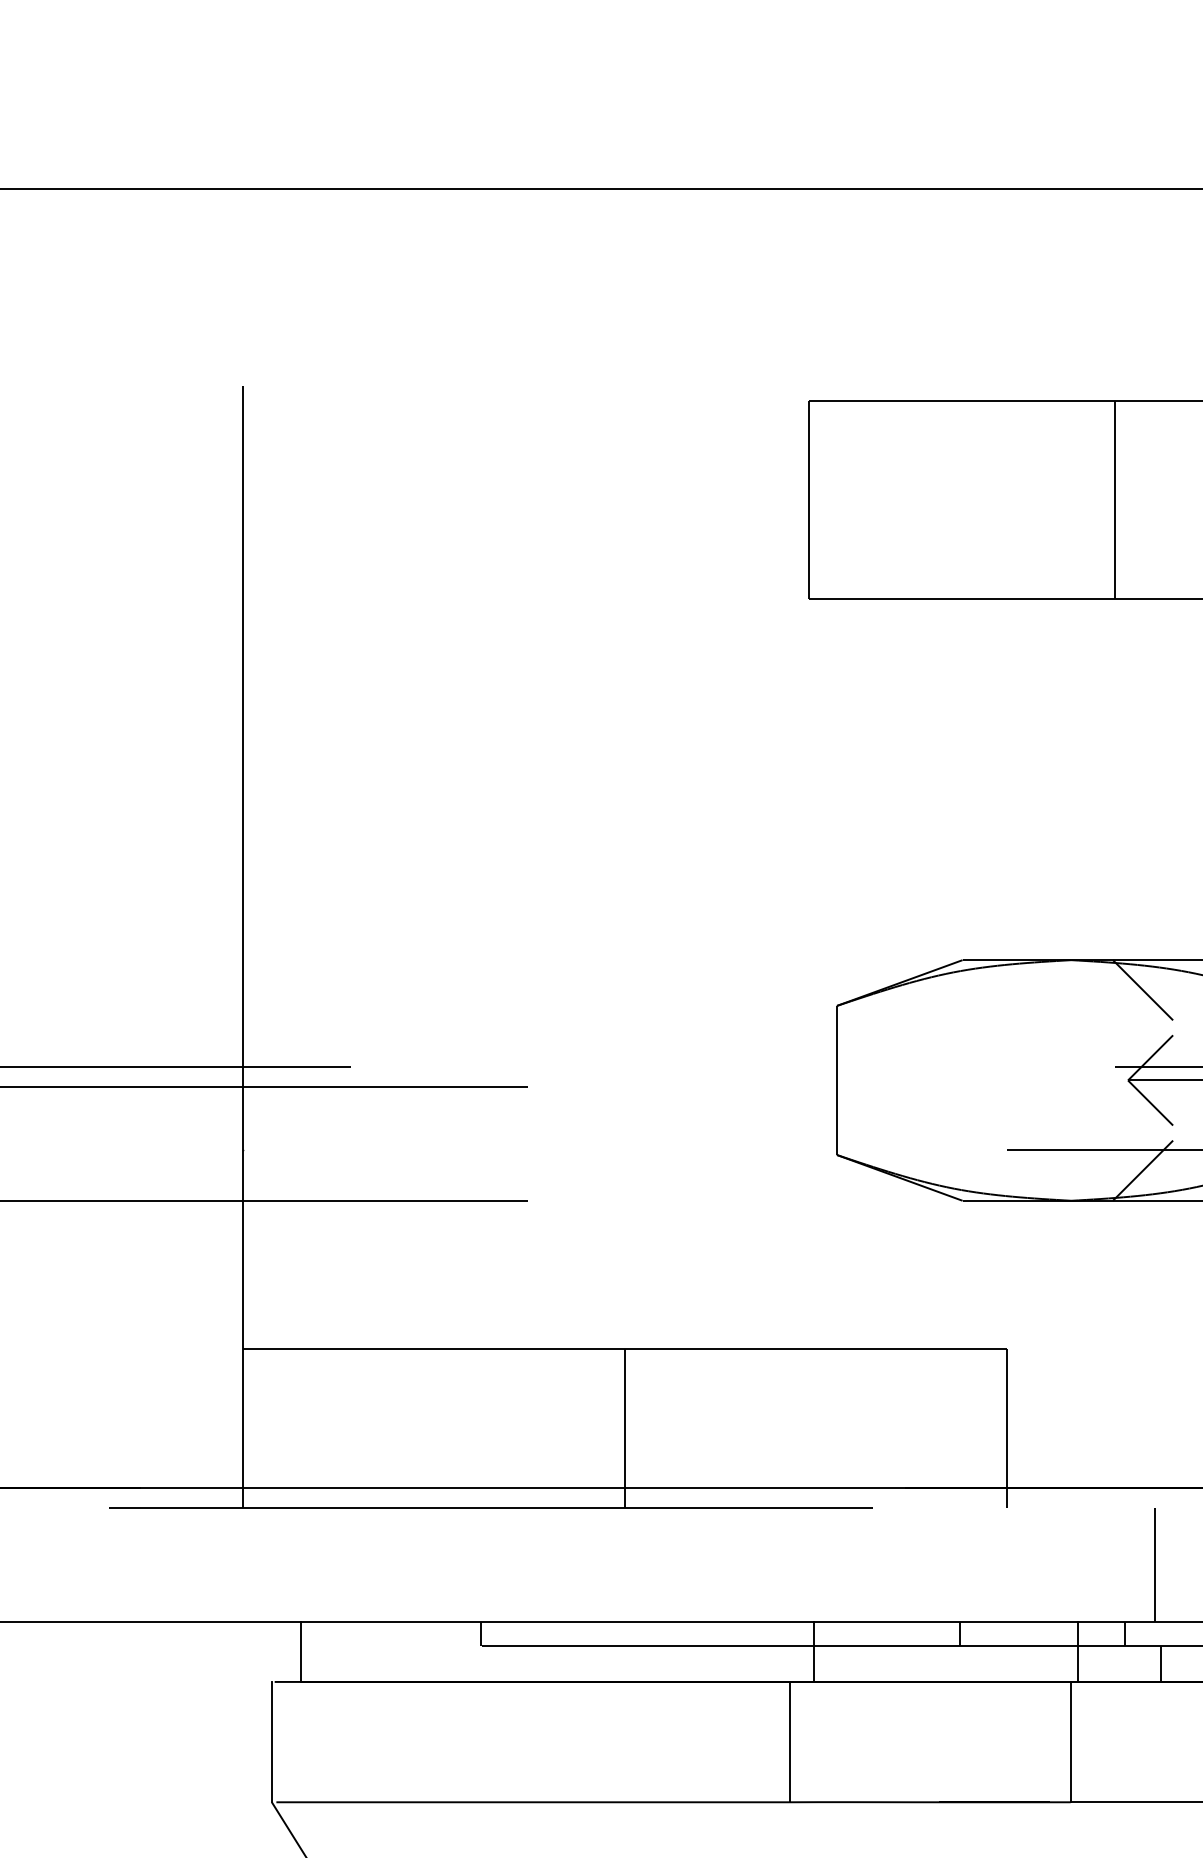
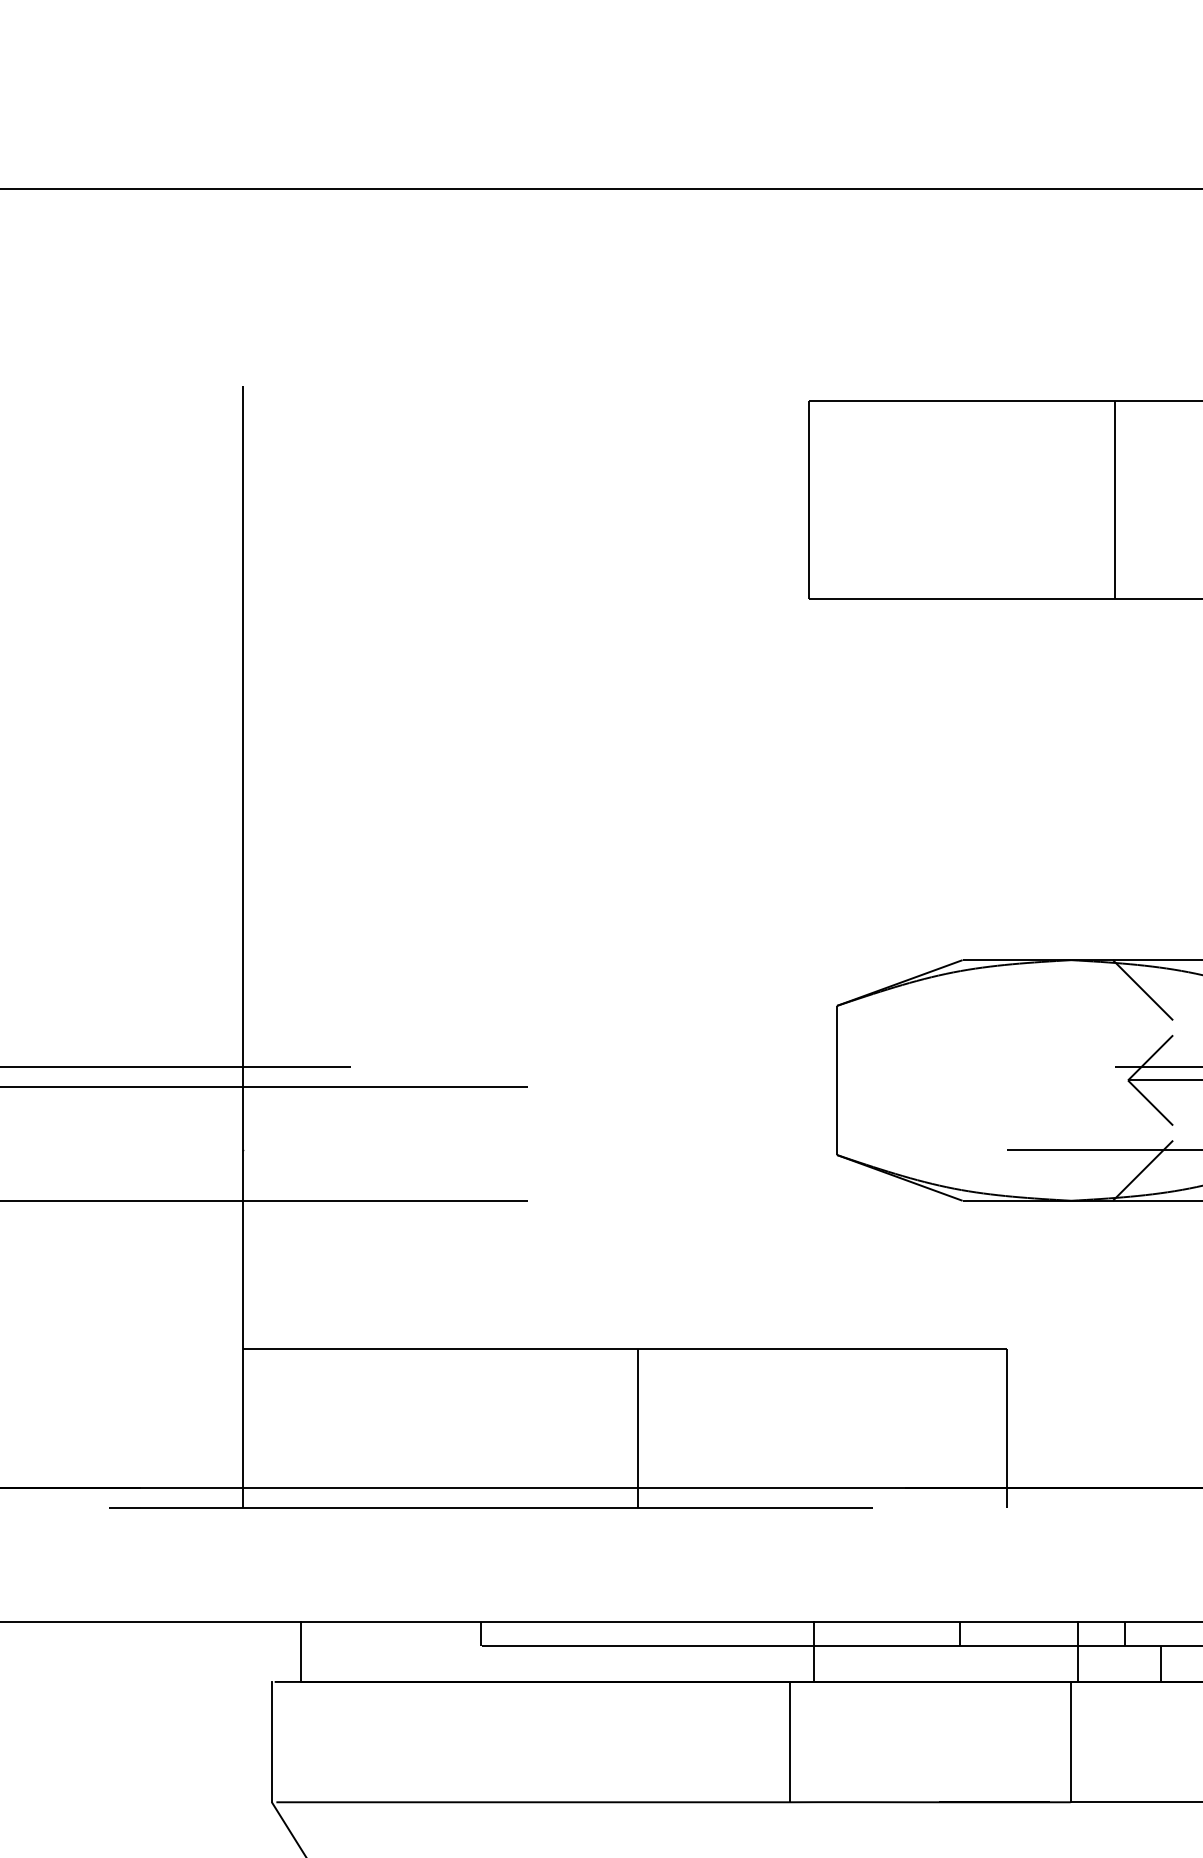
line at (625, 1427) position: (625, 1427) -> (638, 1427)
line at (1155, 1564): present -> none
